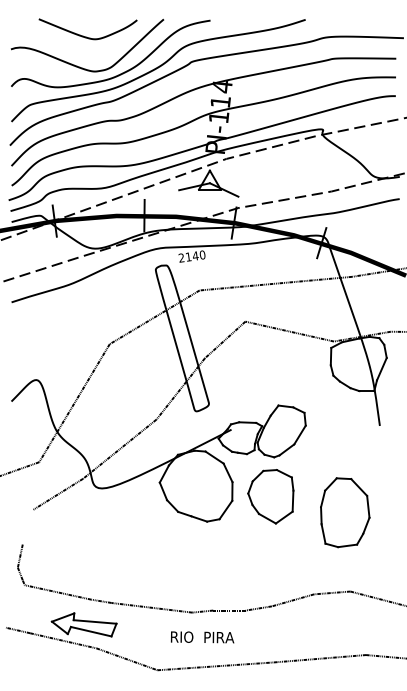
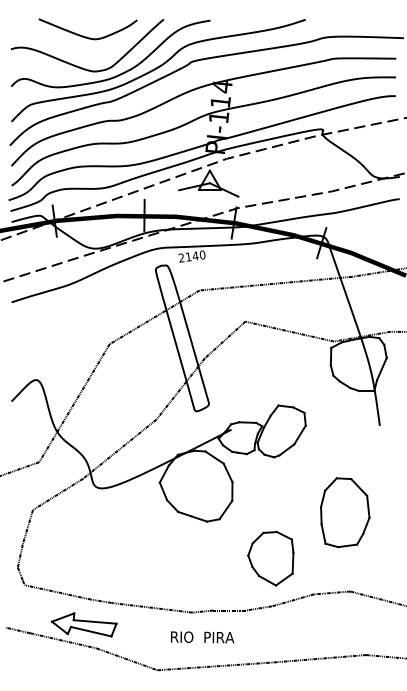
part at (270, 496) position: (270, 496) -> (270, 558)
line at (27, 527): none -> present
